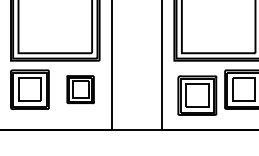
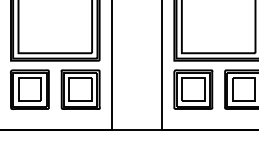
part at (80, 89) size: 29x30 px -> 41x41 px
part at (197, 95) position: (197, 95) -> (193, 89)
